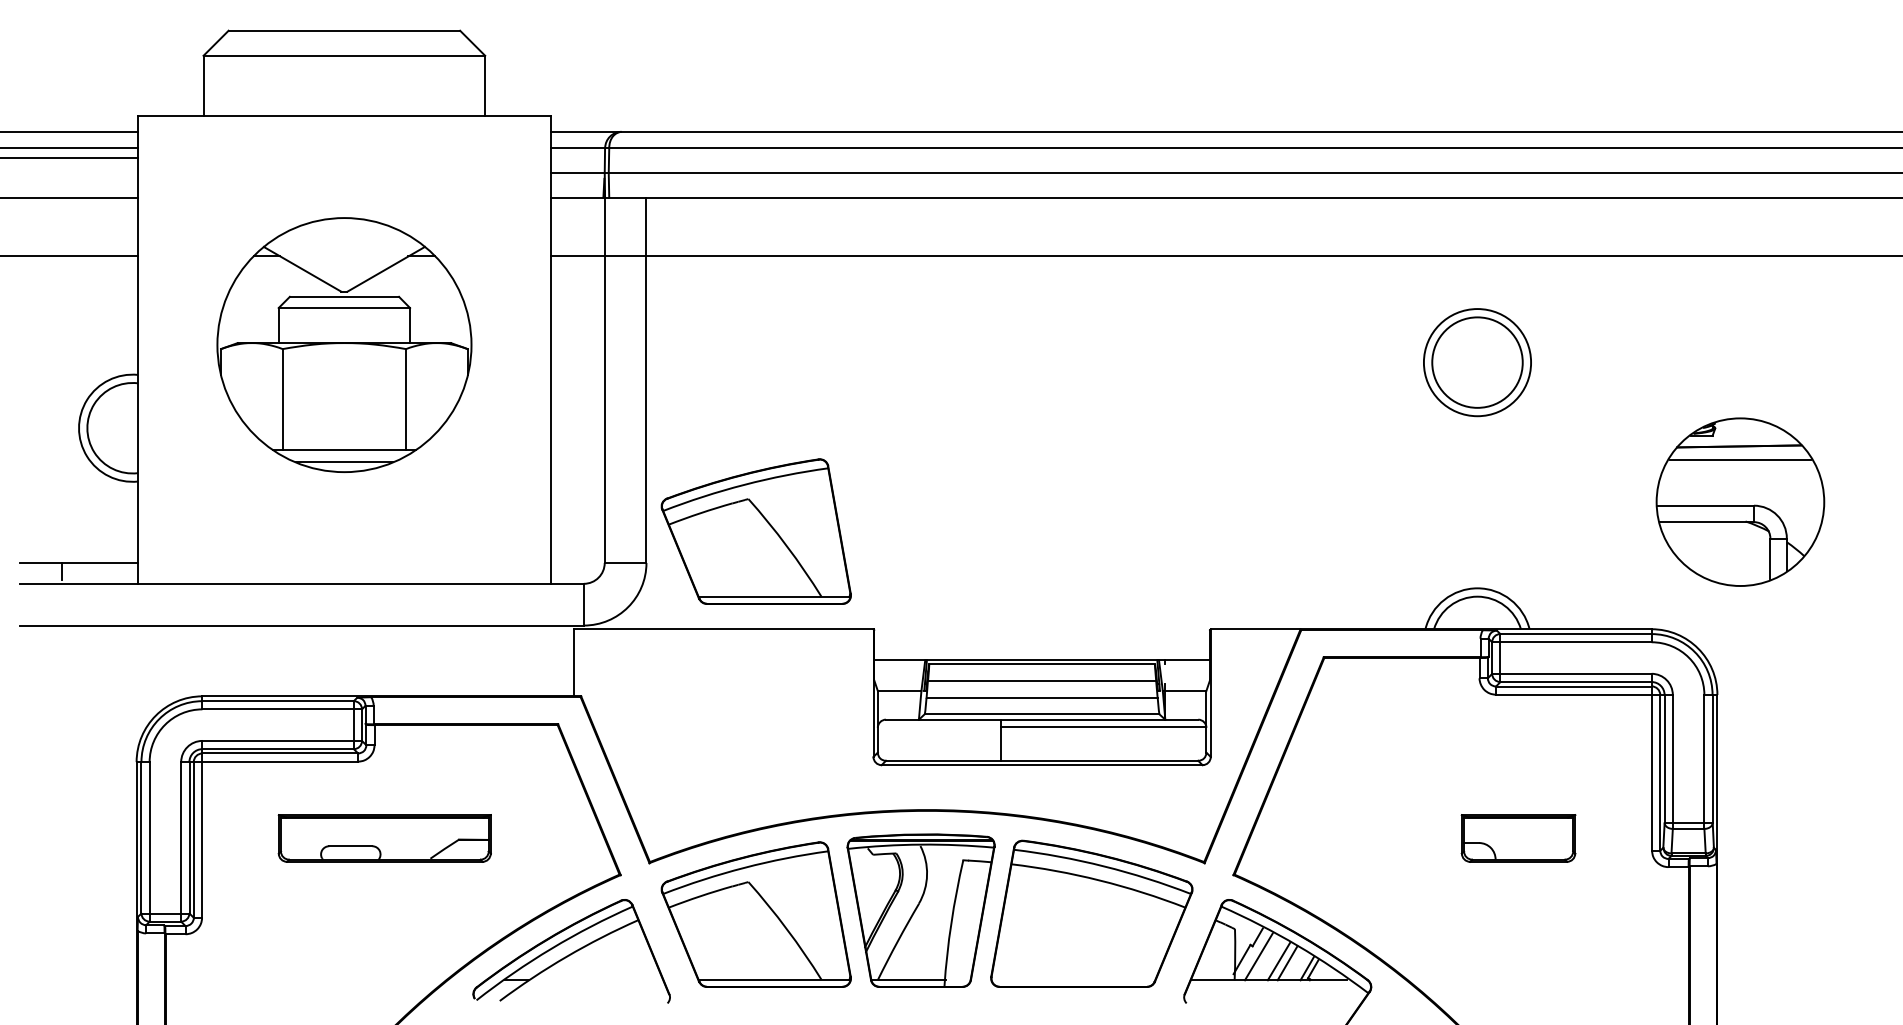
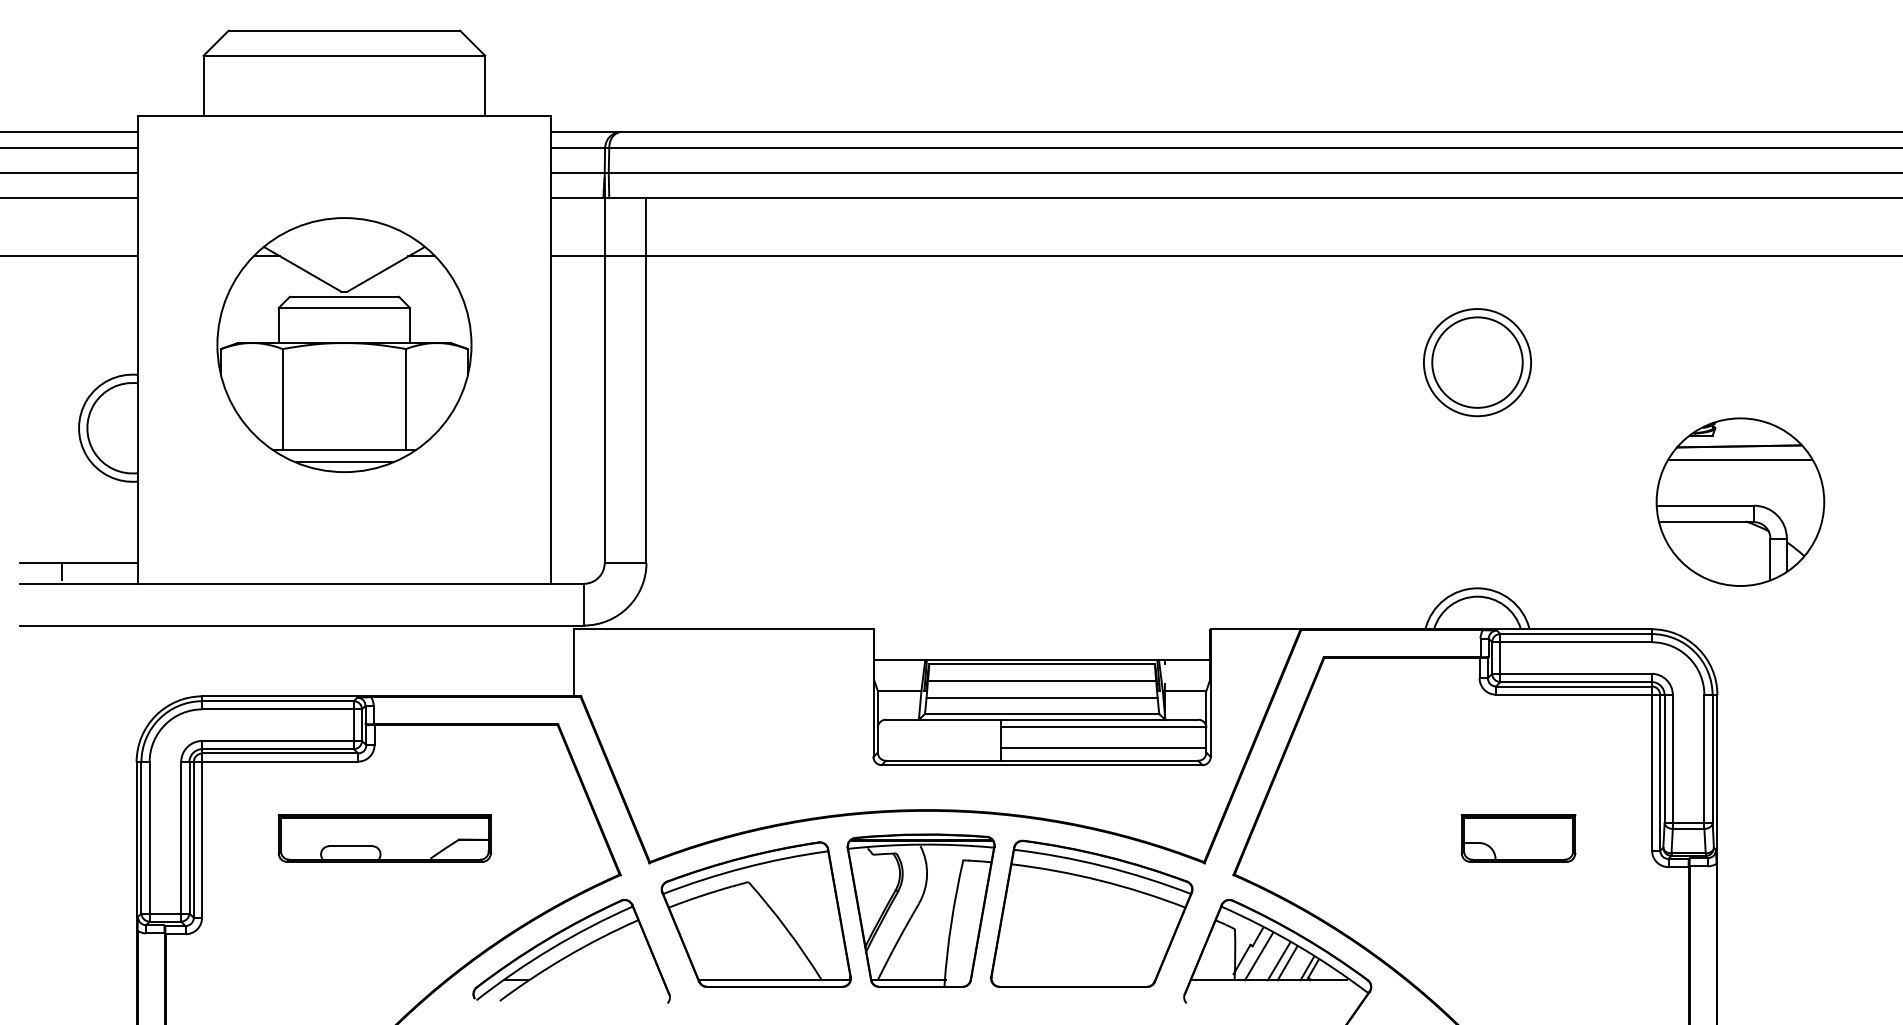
line at (69, 157) position: (69, 157) -> (69, 172)
part at (755, 531): present -> none
line at (1103, 747): none -> present
